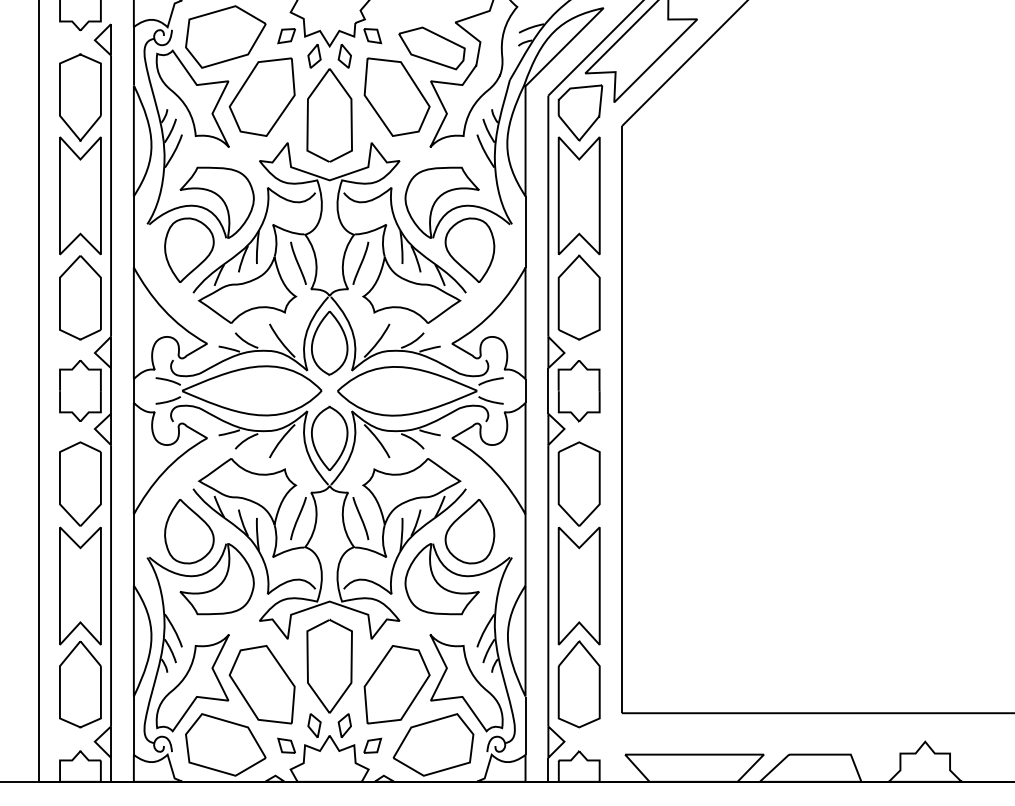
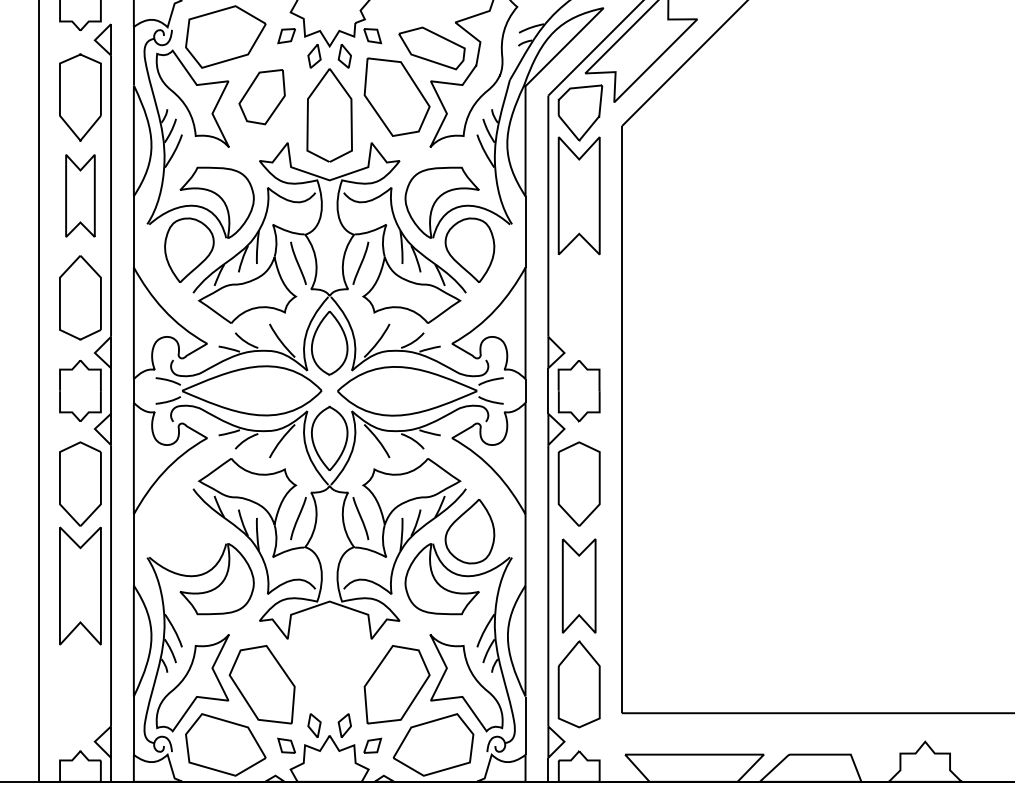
part at (261, 96) size: 68x80 px -> 48x57 px
part at (80, 195) size: 43x120 px -> 31x84 px
part at (578, 297): present -> none
part at (189, 531): present -> none
part at (578, 585) size: 44x120 px -> 36x96 px
part at (329, 665): present -> none
part at (80, 684): present -> none
